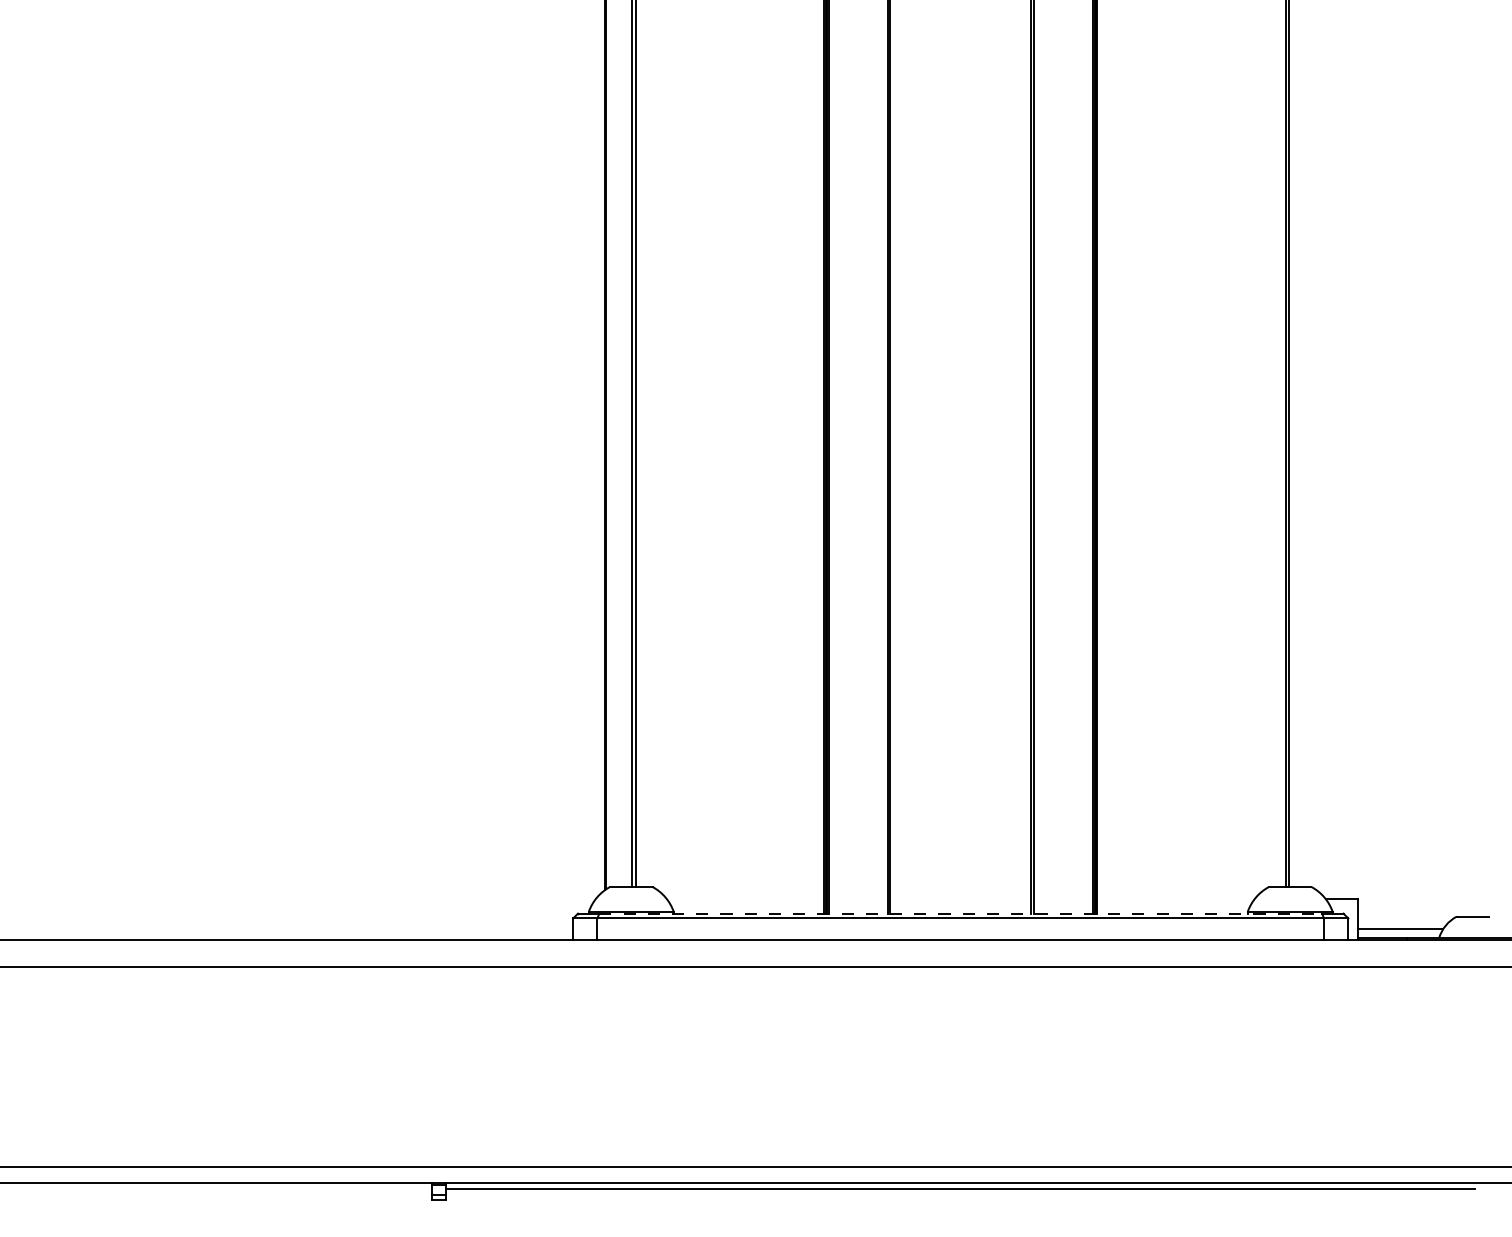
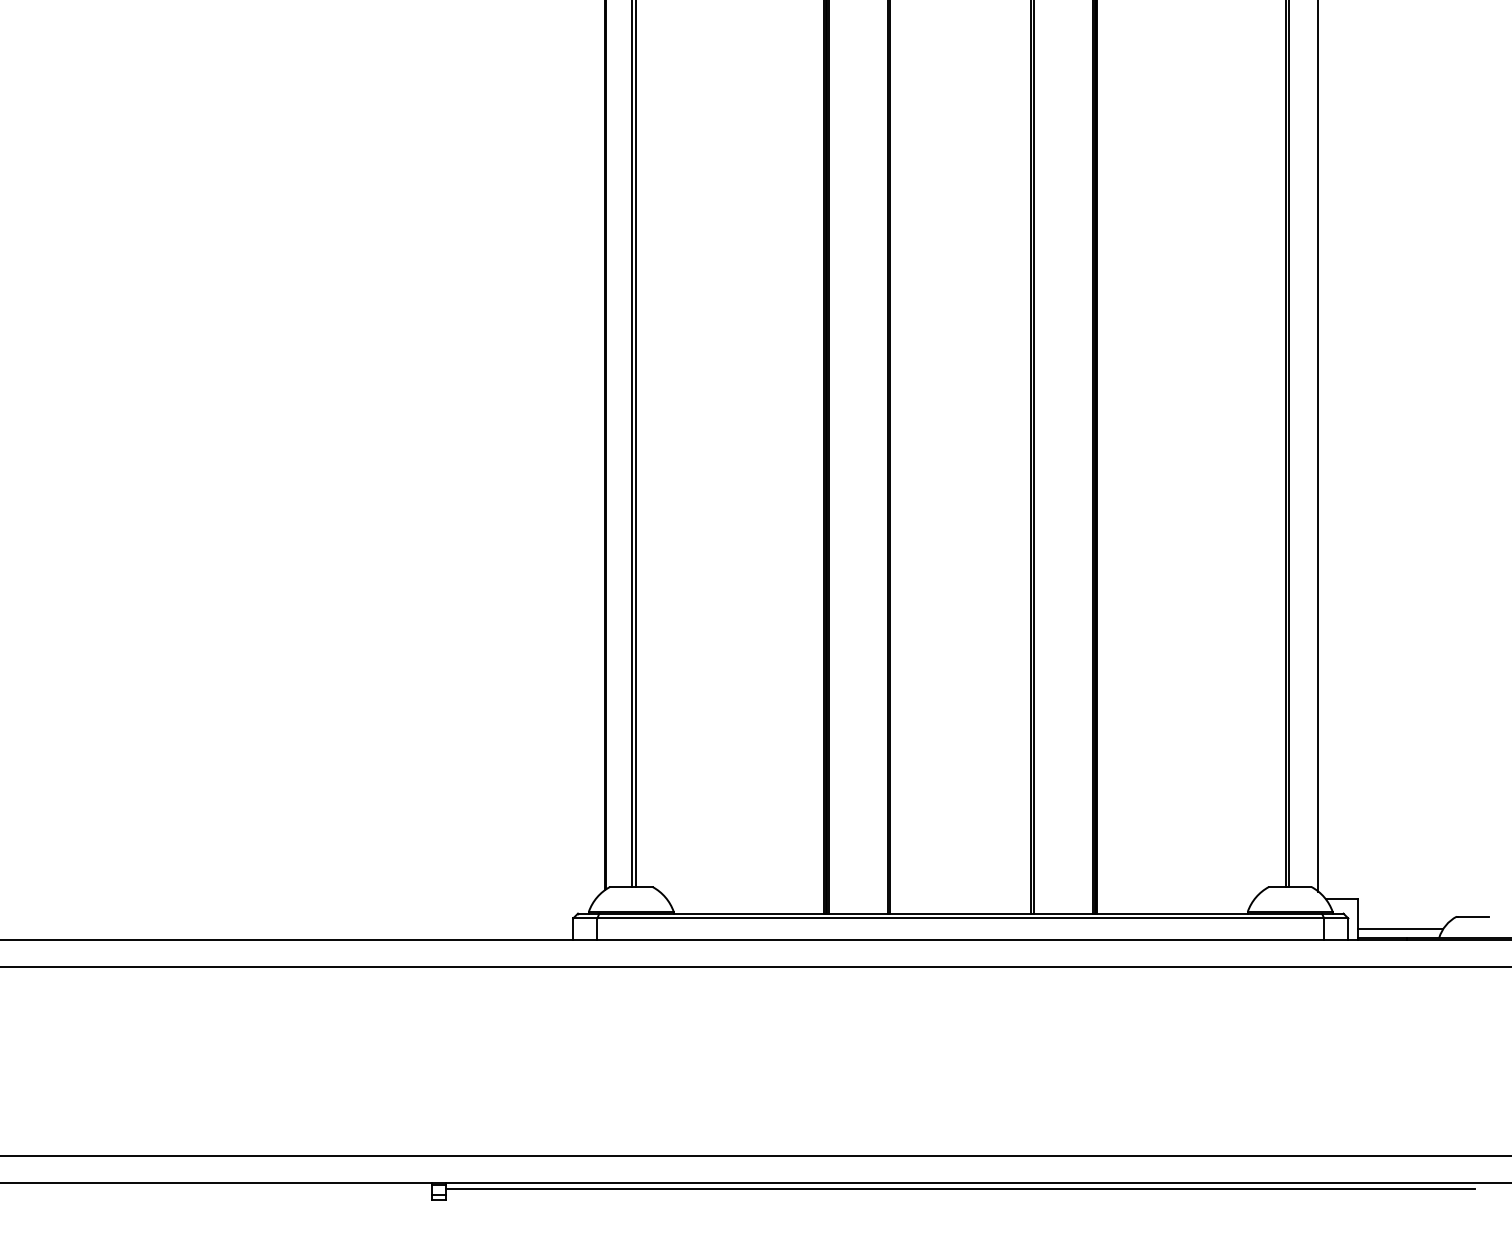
line at (1318, 446): none -> present
line at (961, 913): dashed -> solid
line at (755, 1166) position: (755, 1166) -> (755, 1155)
